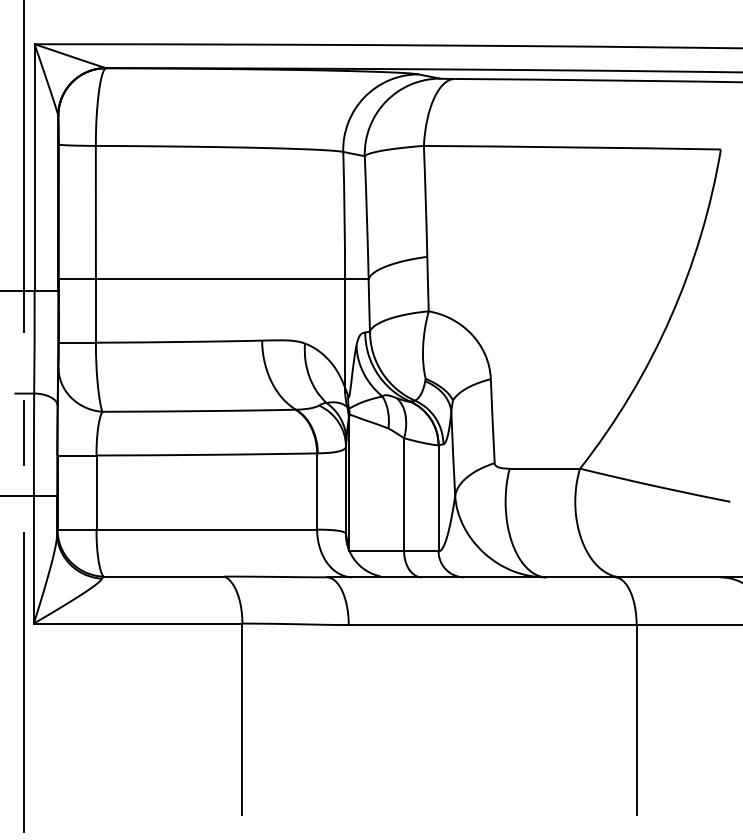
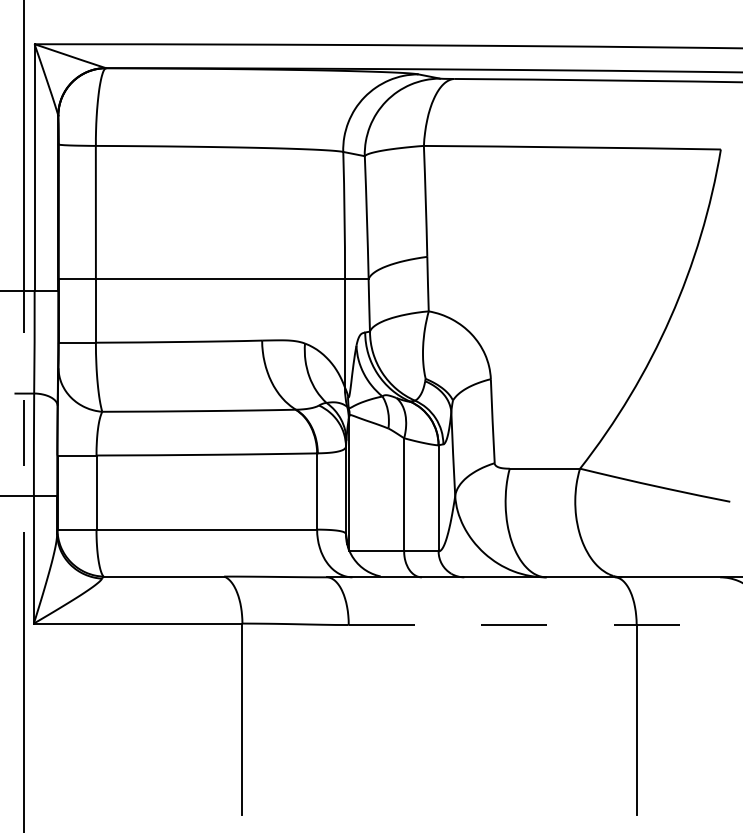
line at (545, 625): solid -> dashed
